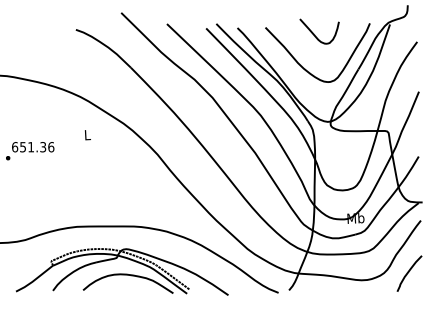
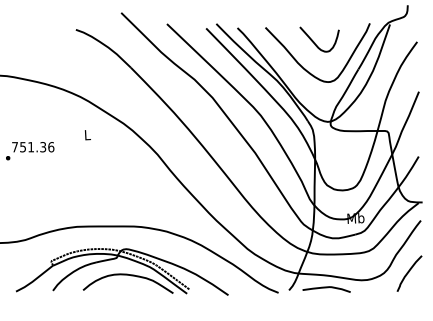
part at (319, 31) position: (319, 31) -> (319, 39)
text at (15, 147): 651.36 -> 751.36
curve at (326, 288): none -> present
